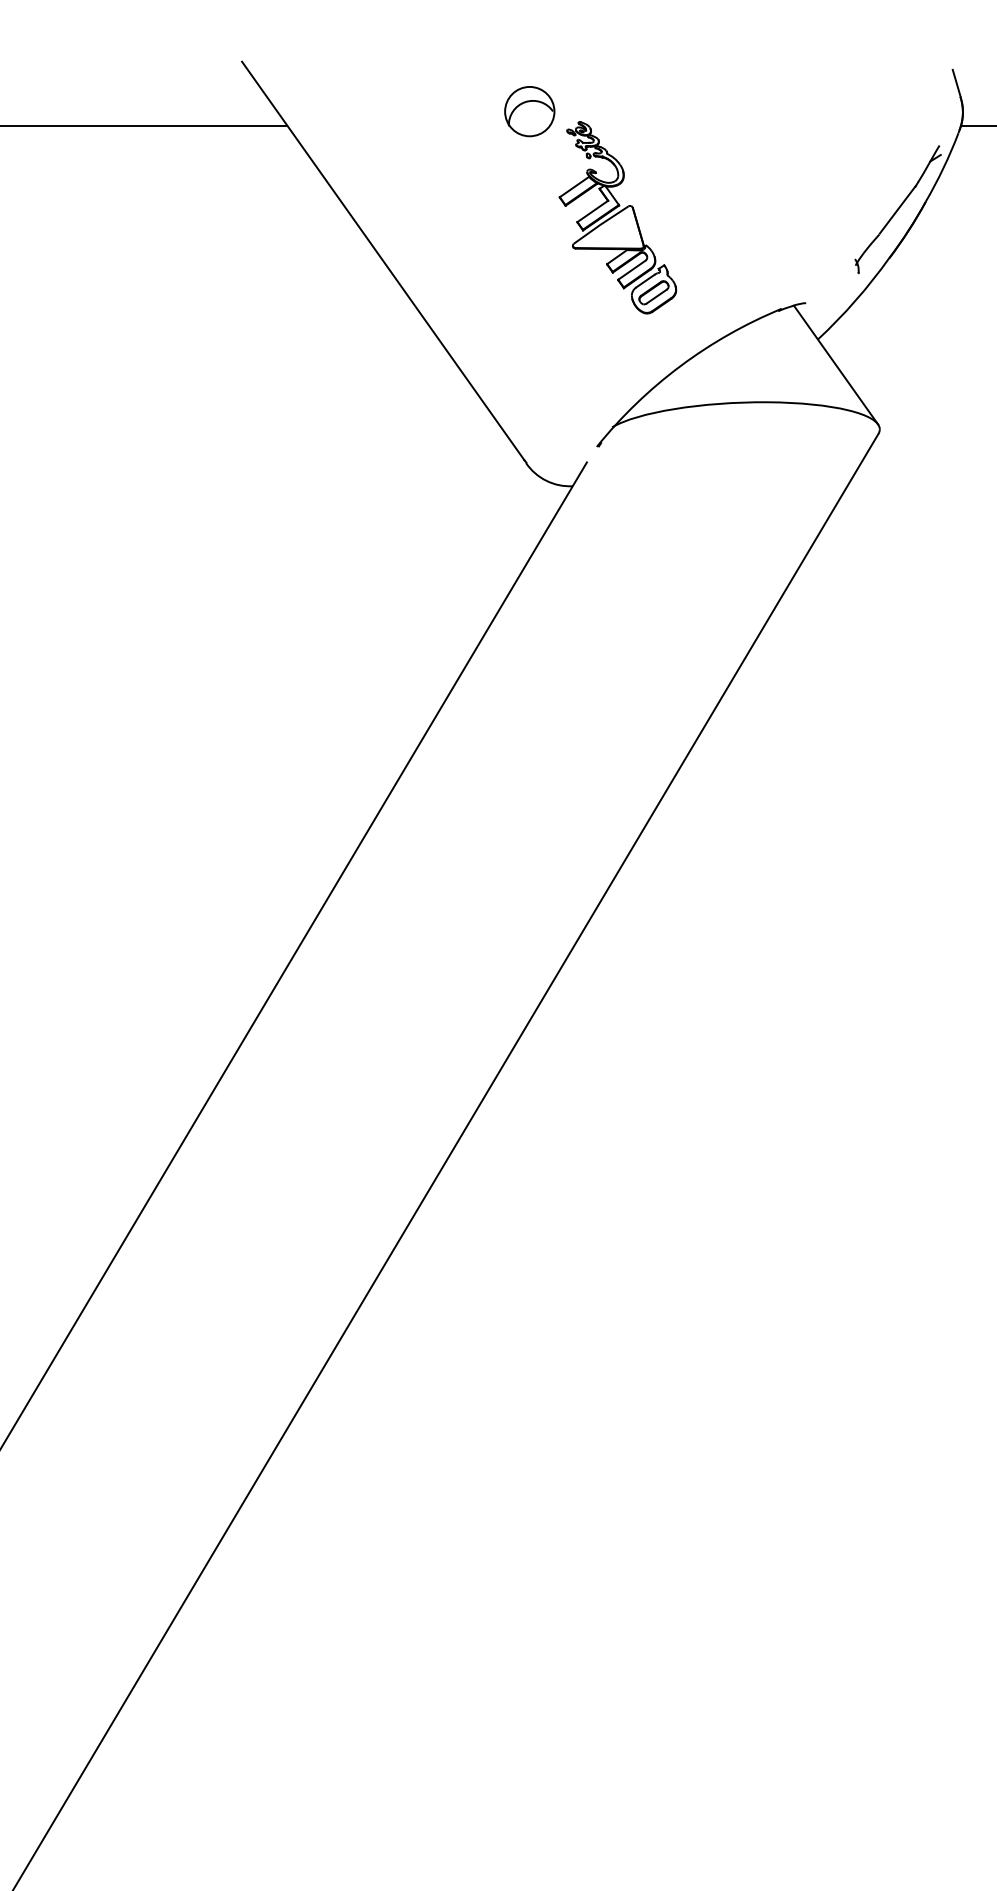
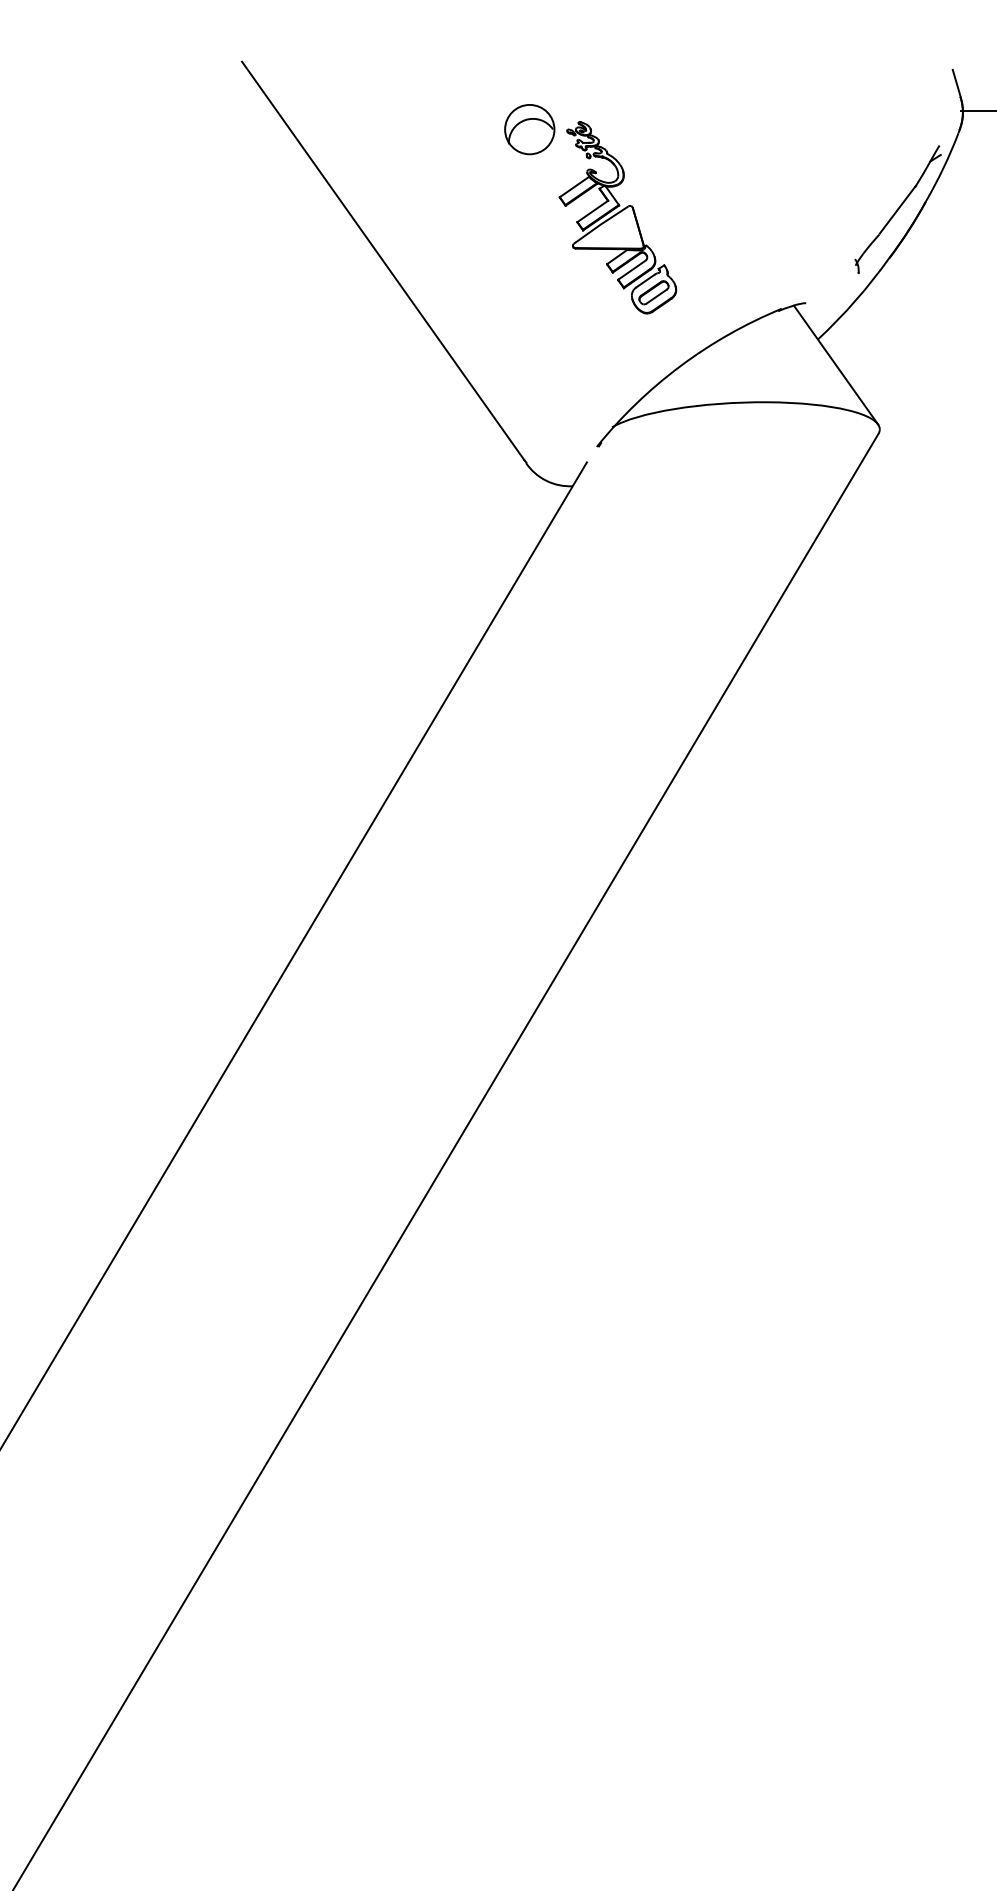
part at (529, 111) position: (529, 111) -> (529, 129)
line at (144, 125): present -> none
line at (976, 125) position: (976, 125) -> (976, 110)
